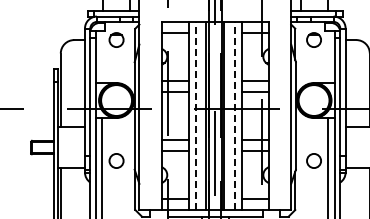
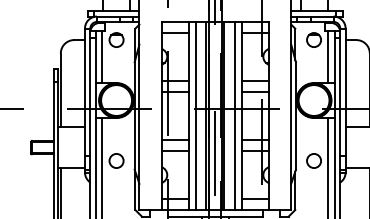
line at (102, 57): none -> present
line at (328, 57): none -> present
line at (195, 115): dashed -> solid
line at (235, 115): dashed -> solid
